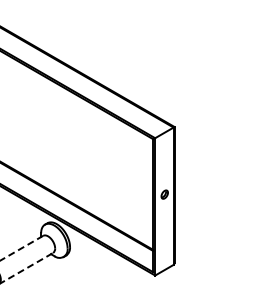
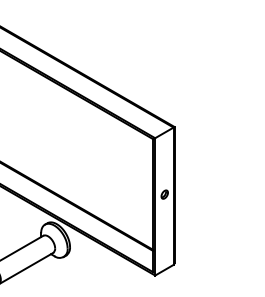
line at (21, 248): dashed -> solid
line at (27, 267): dashed -> solid
